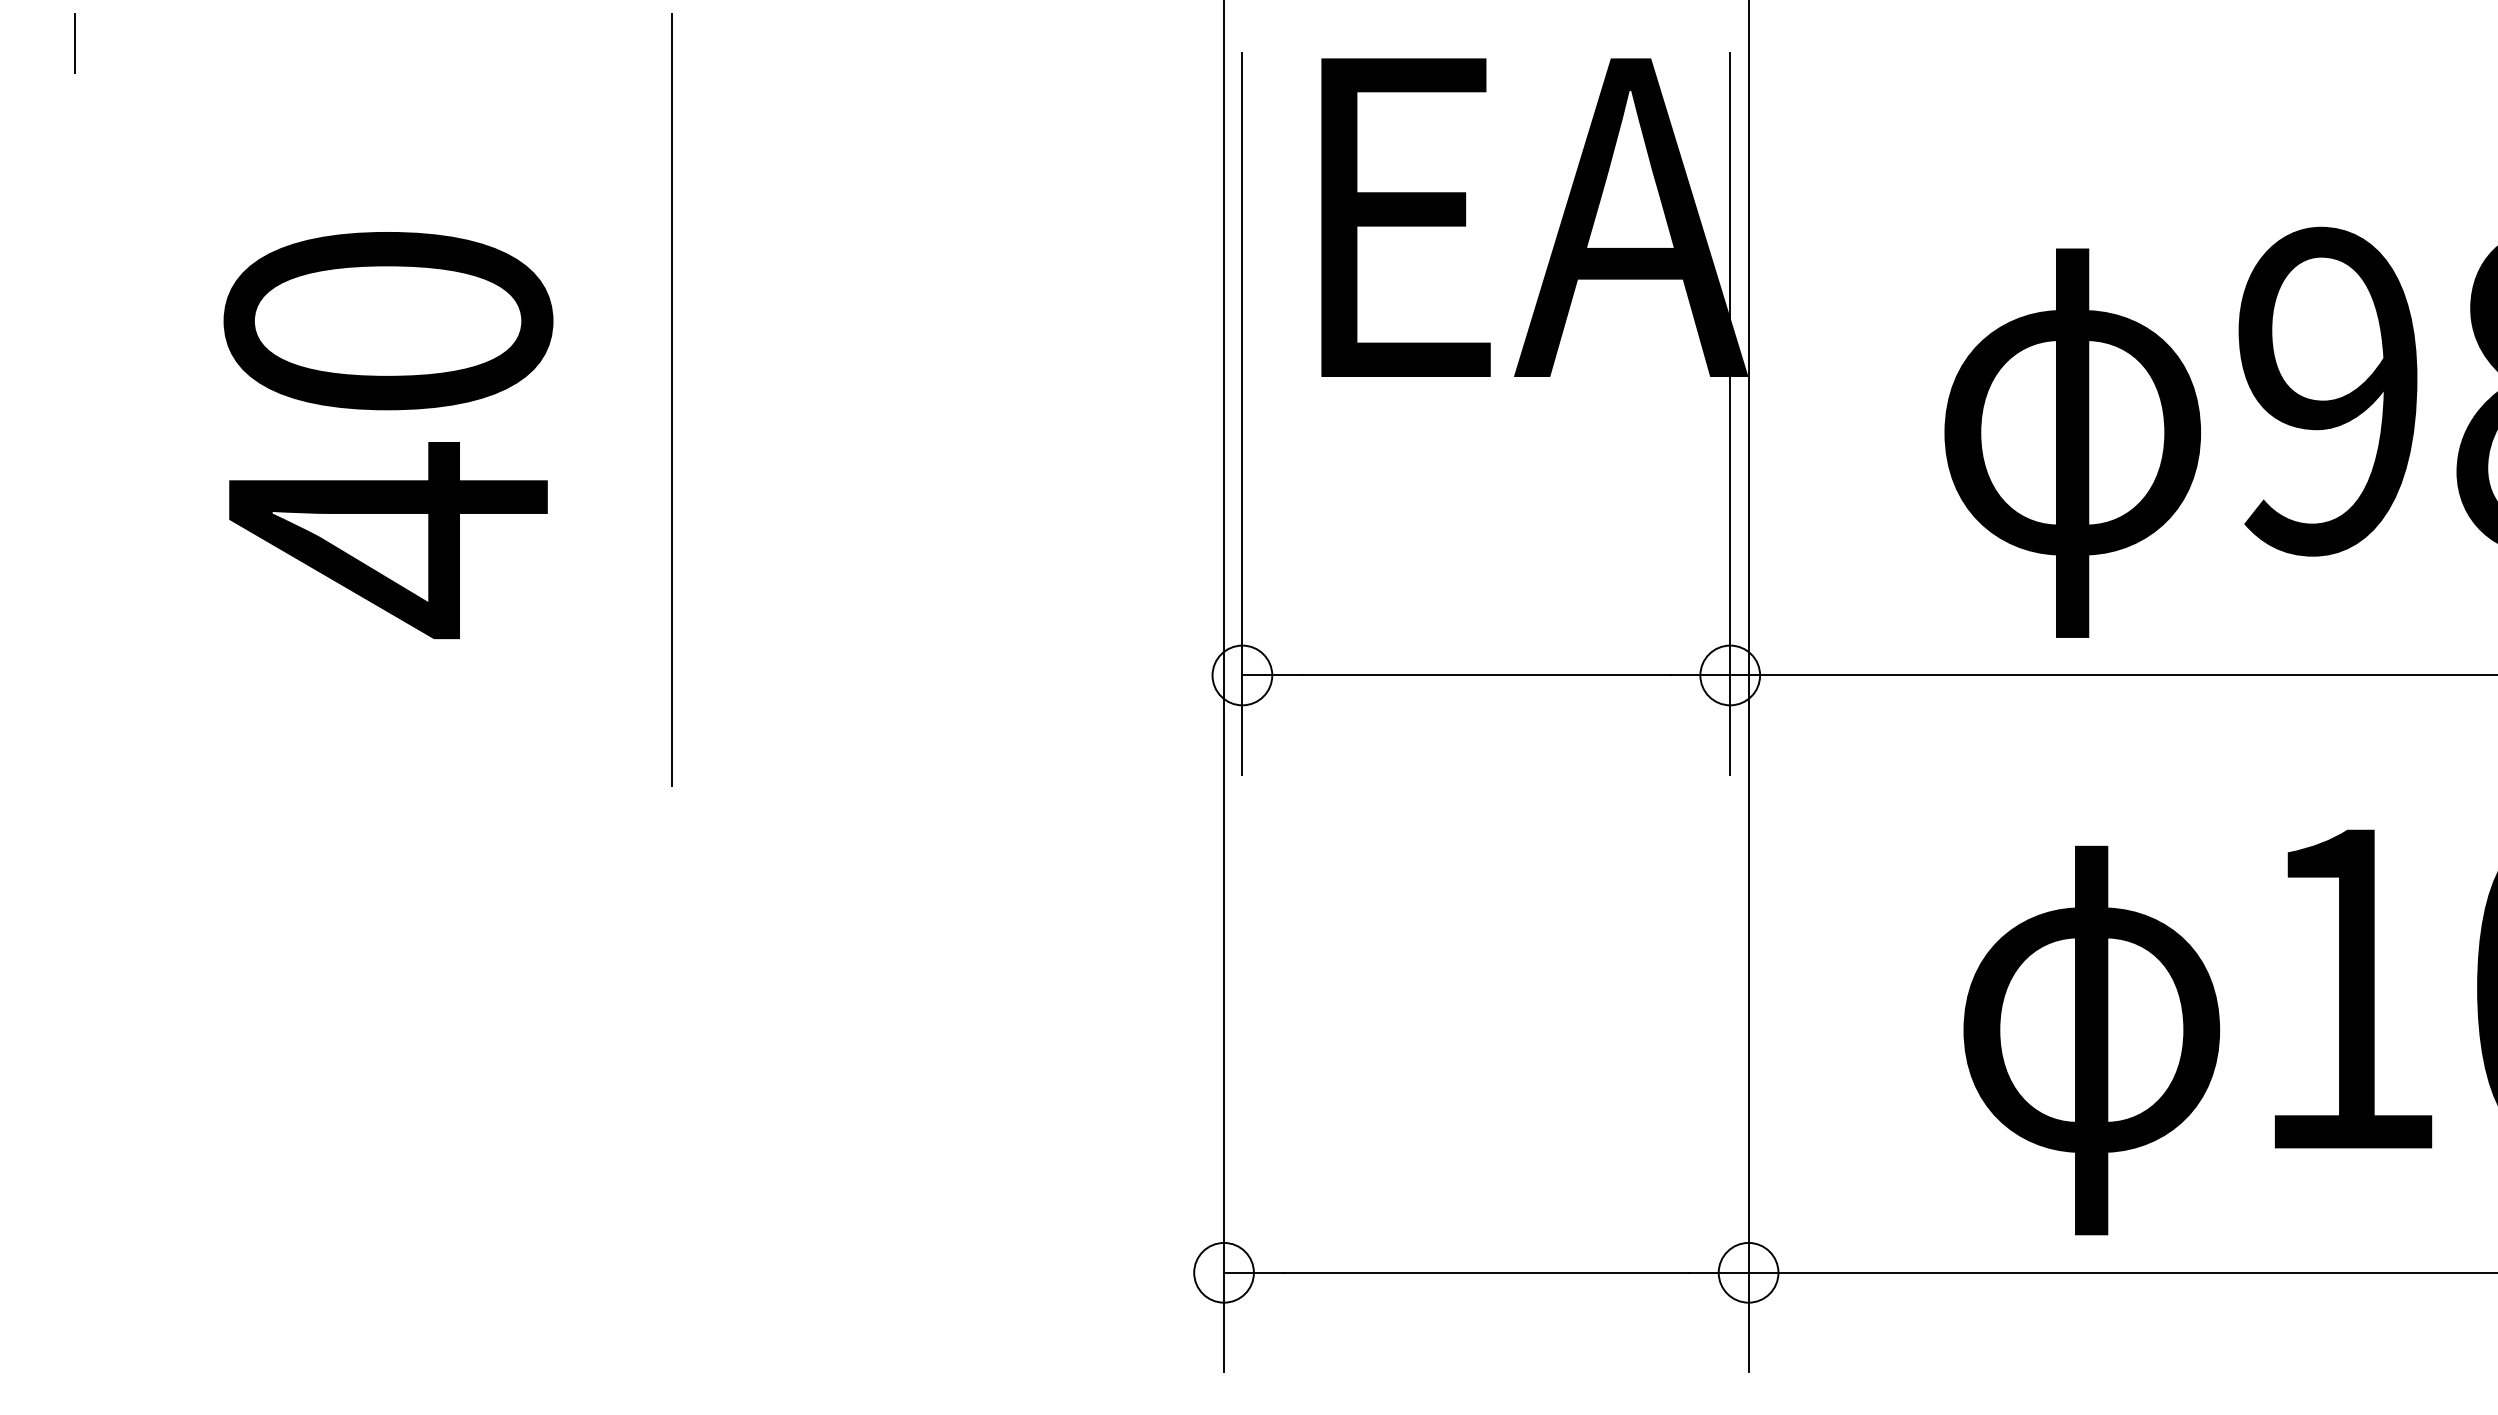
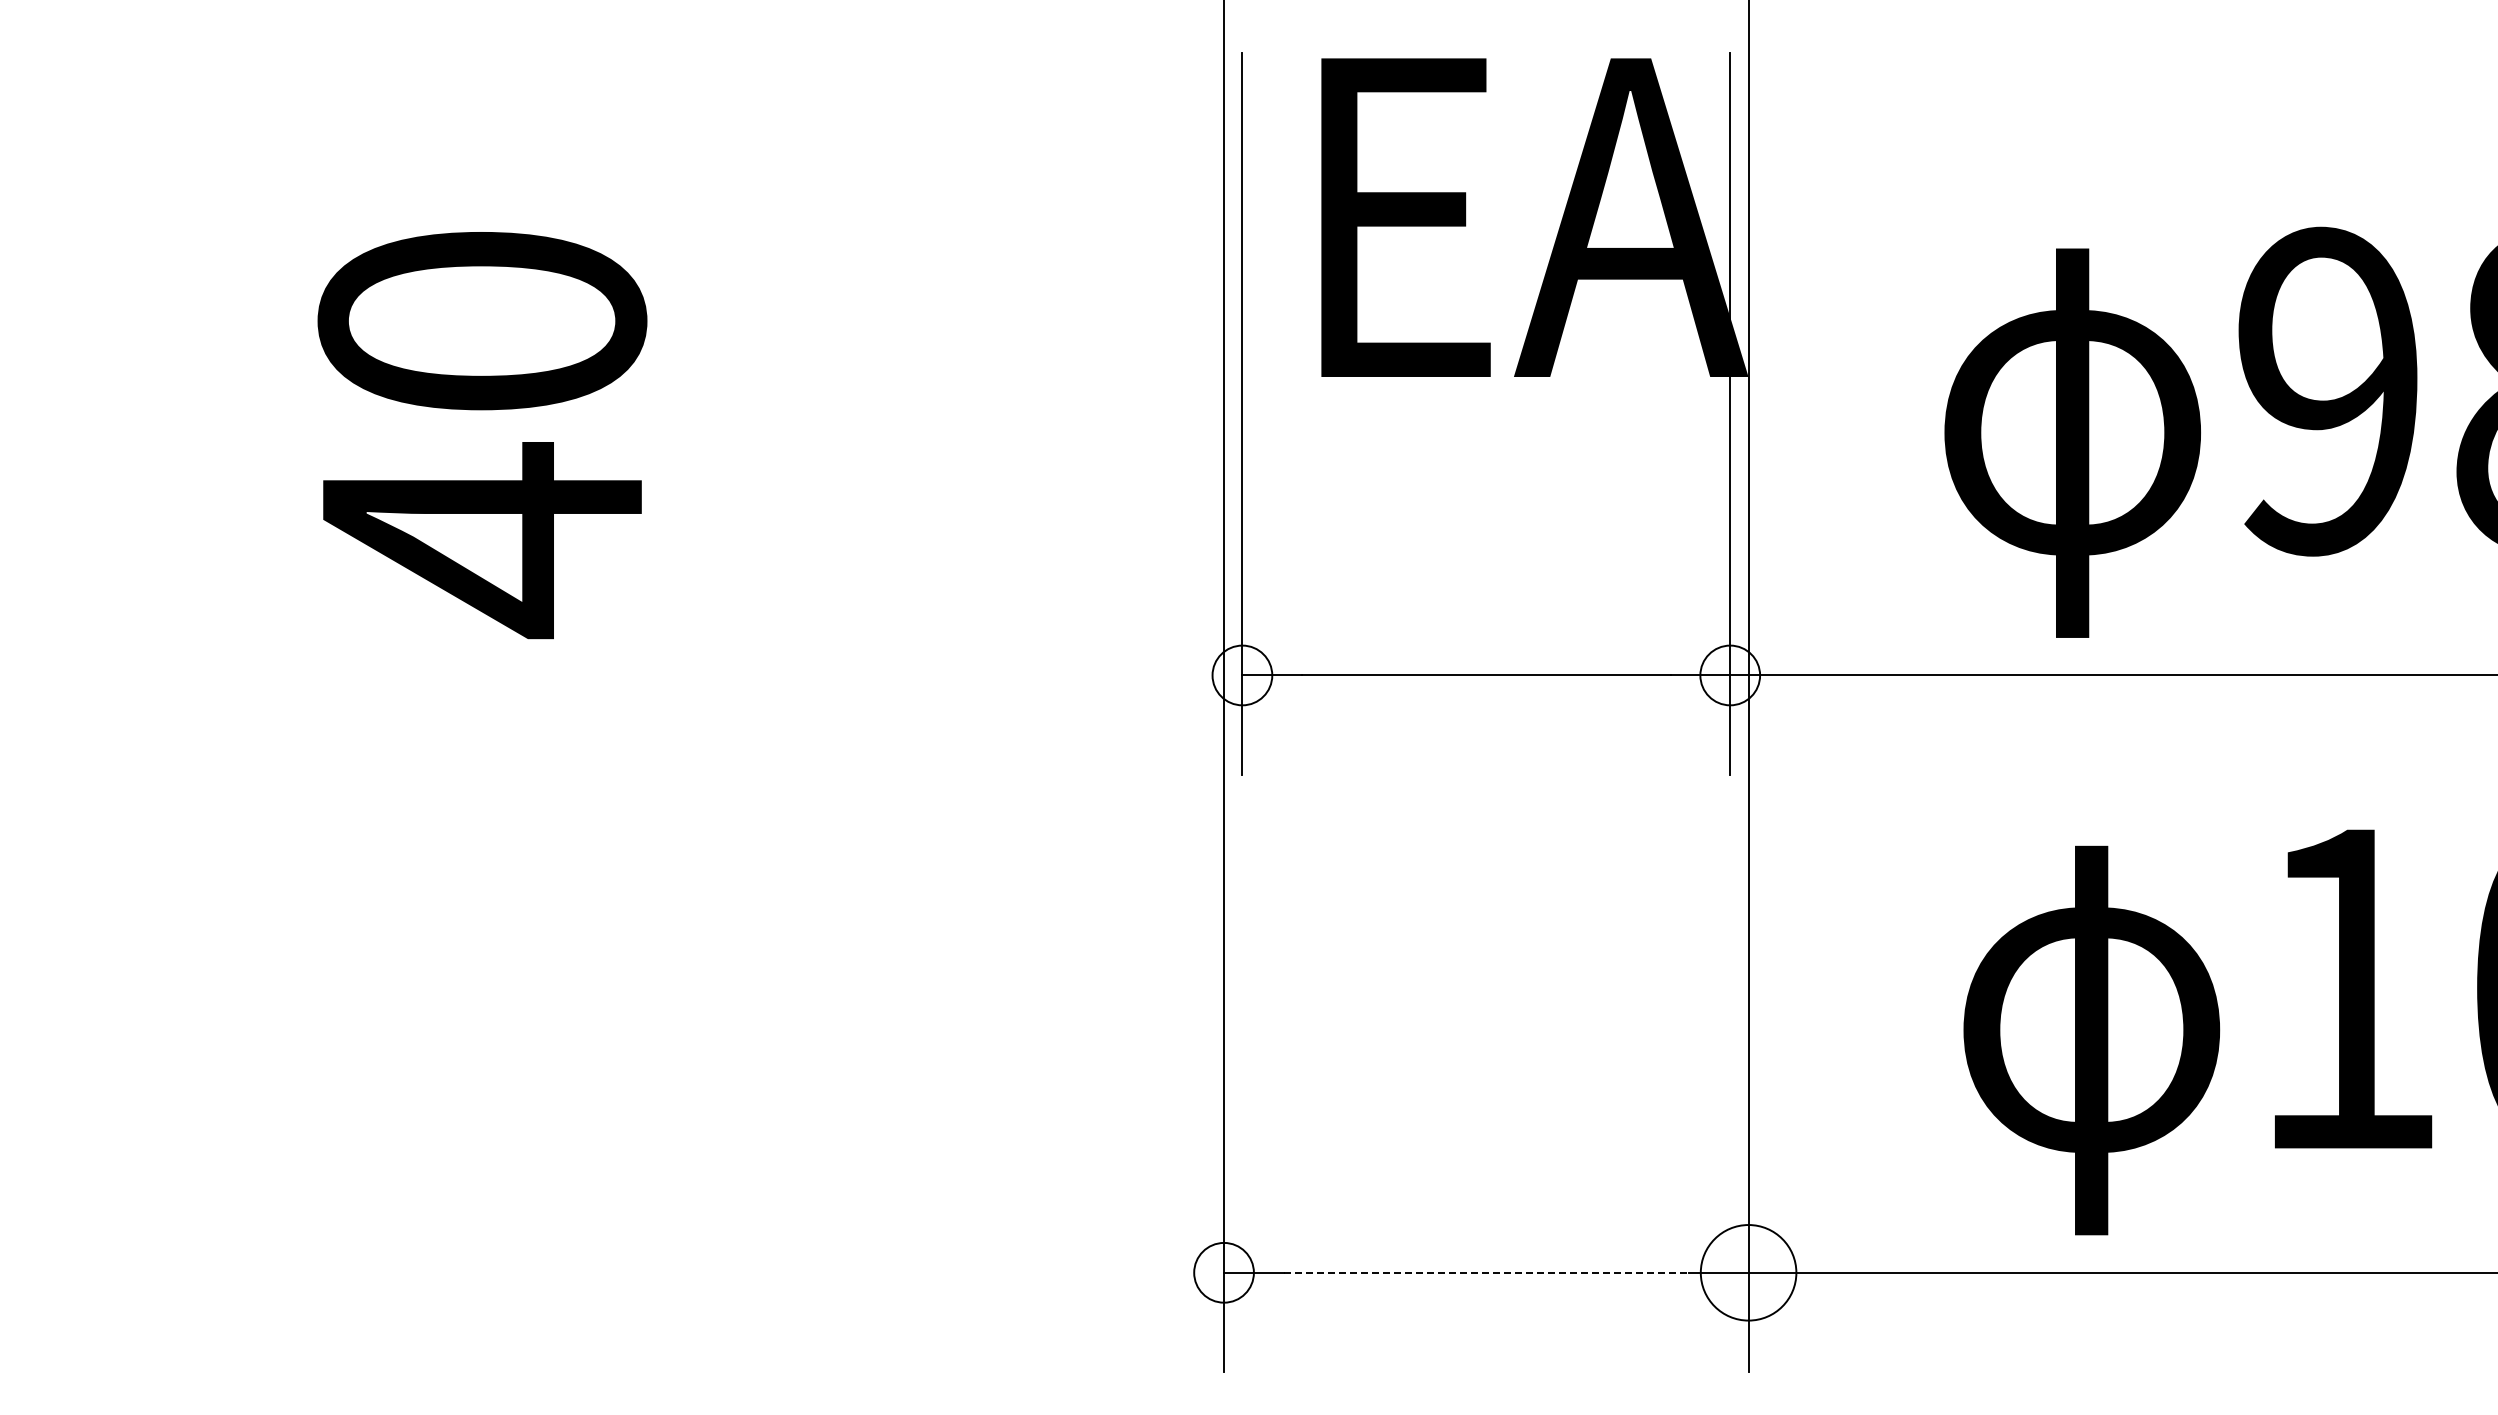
line at (74, 43): present -> none
line at (672, 399): present -> none
text at (388, 435) position: (388, 435) -> (482, 435)
line at (1486, 1272): solid -> dashed
circle at (1748, 1272) diameter: 60 px -> 96 px
